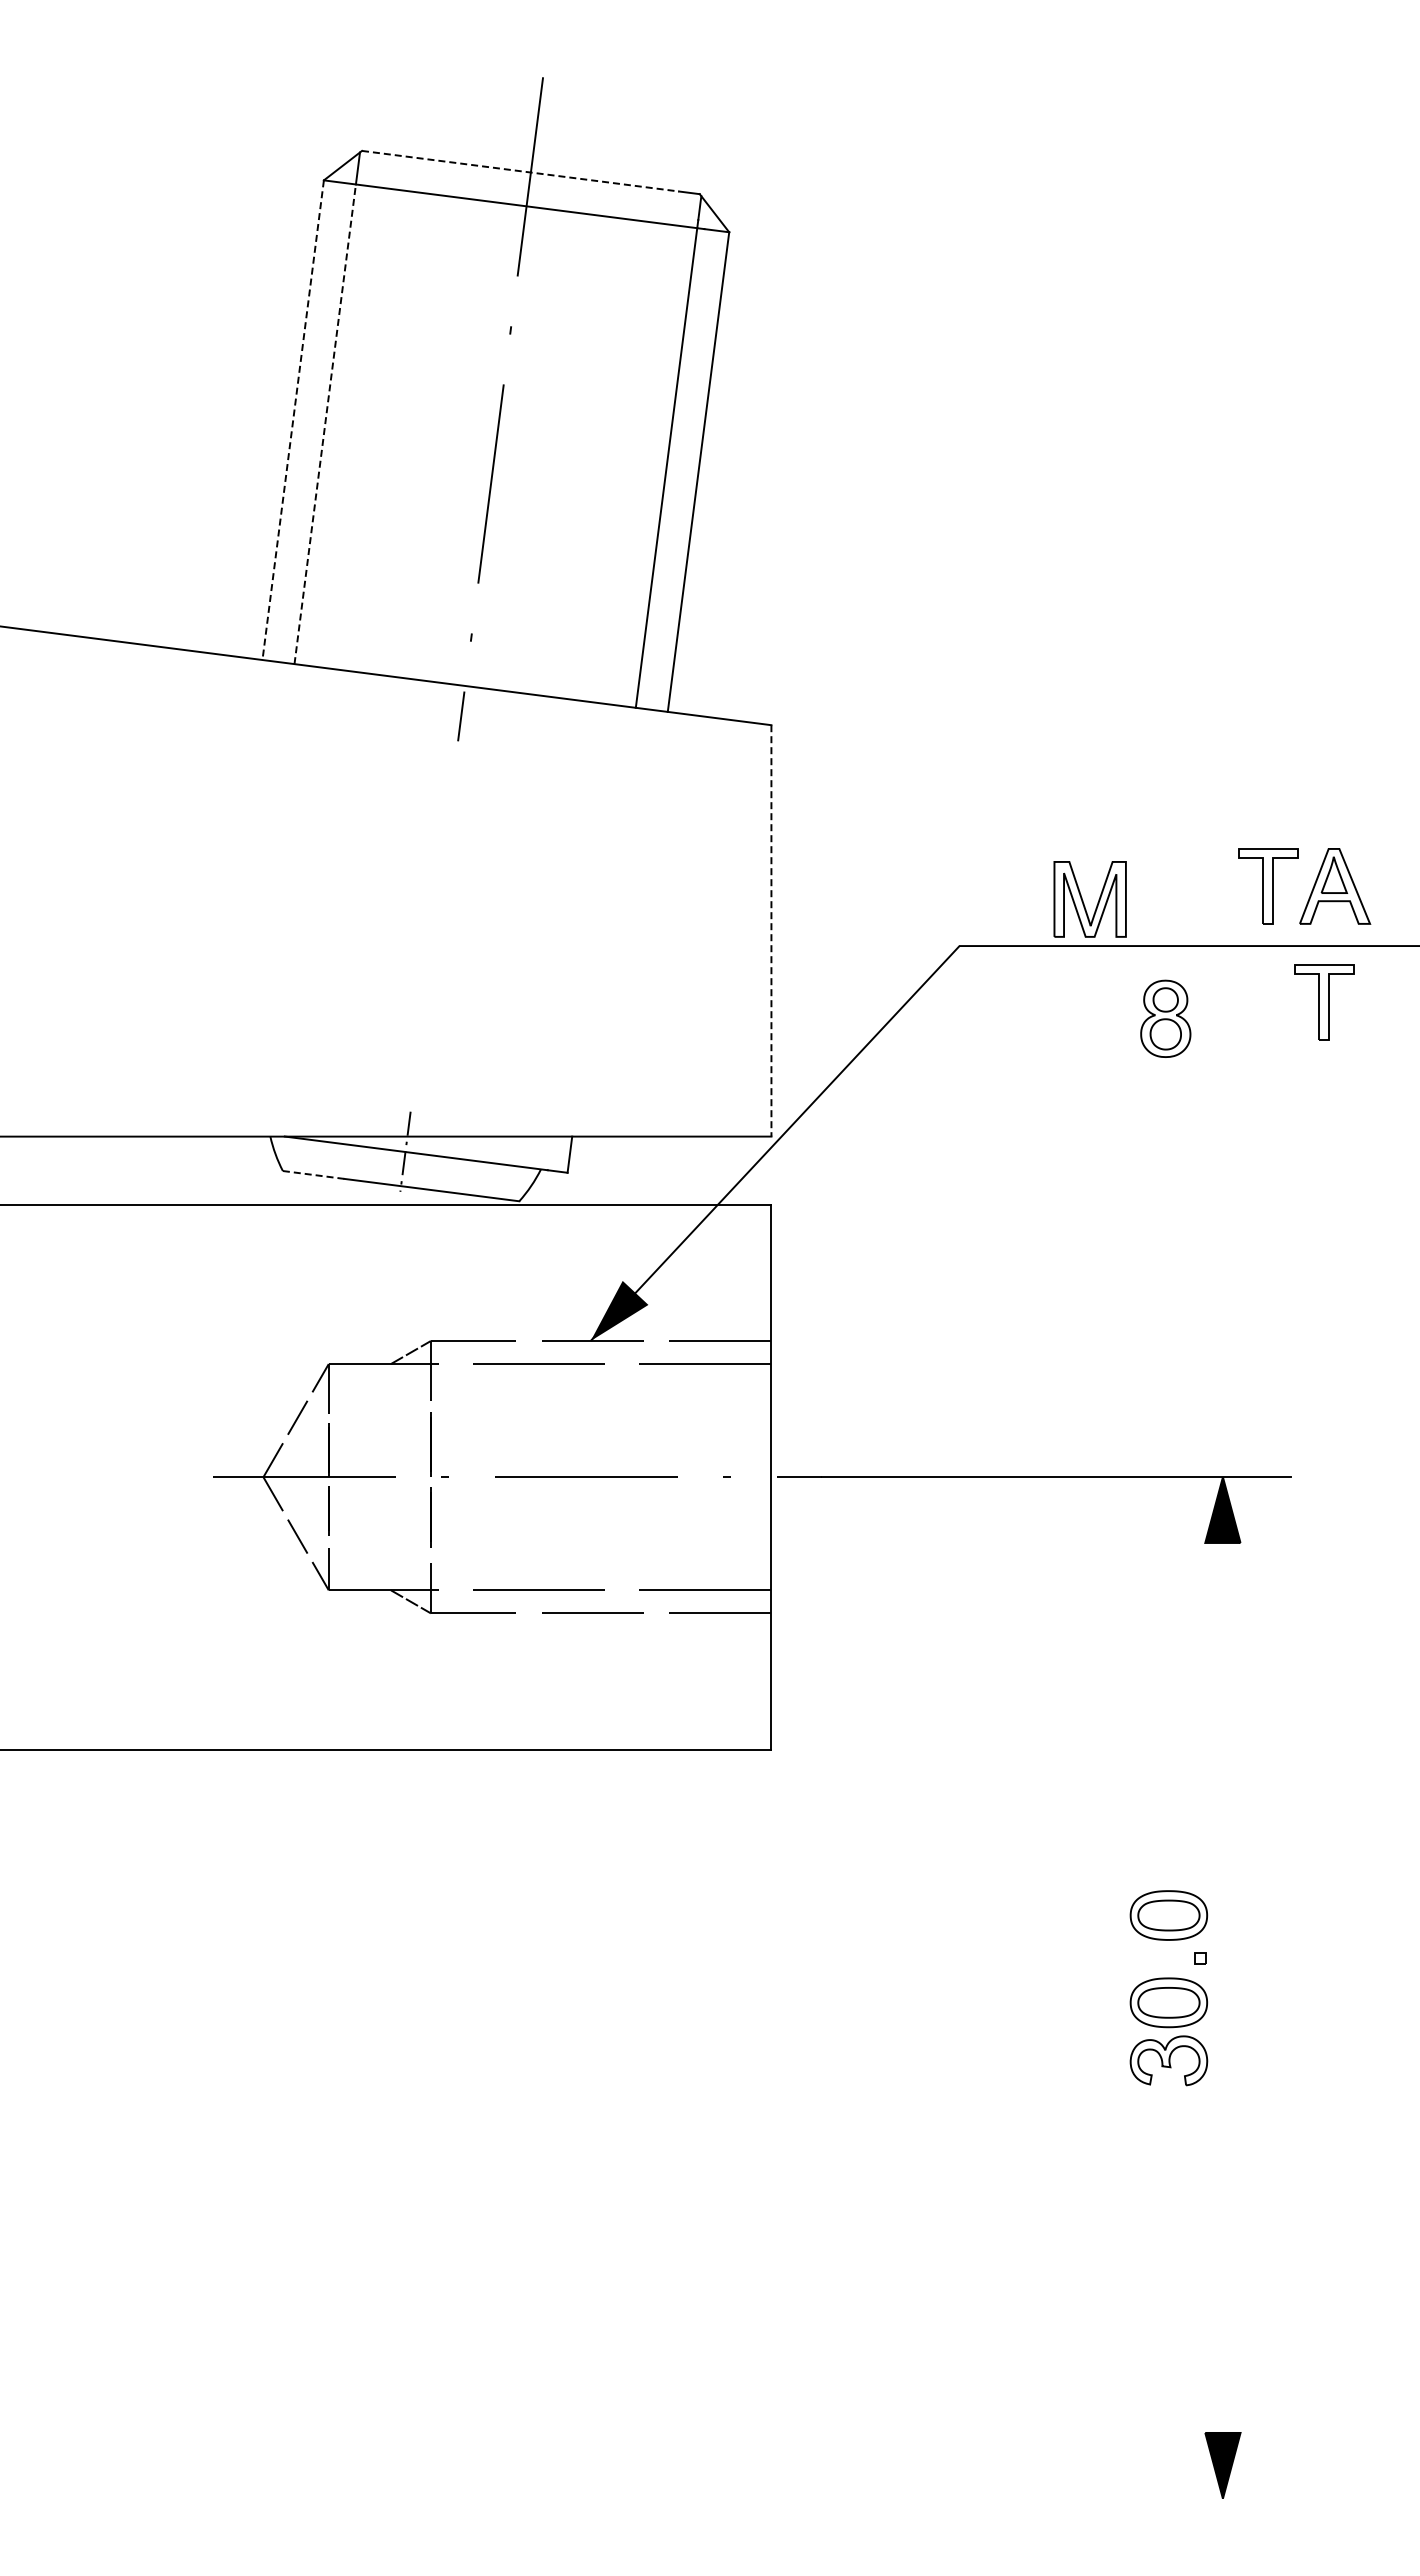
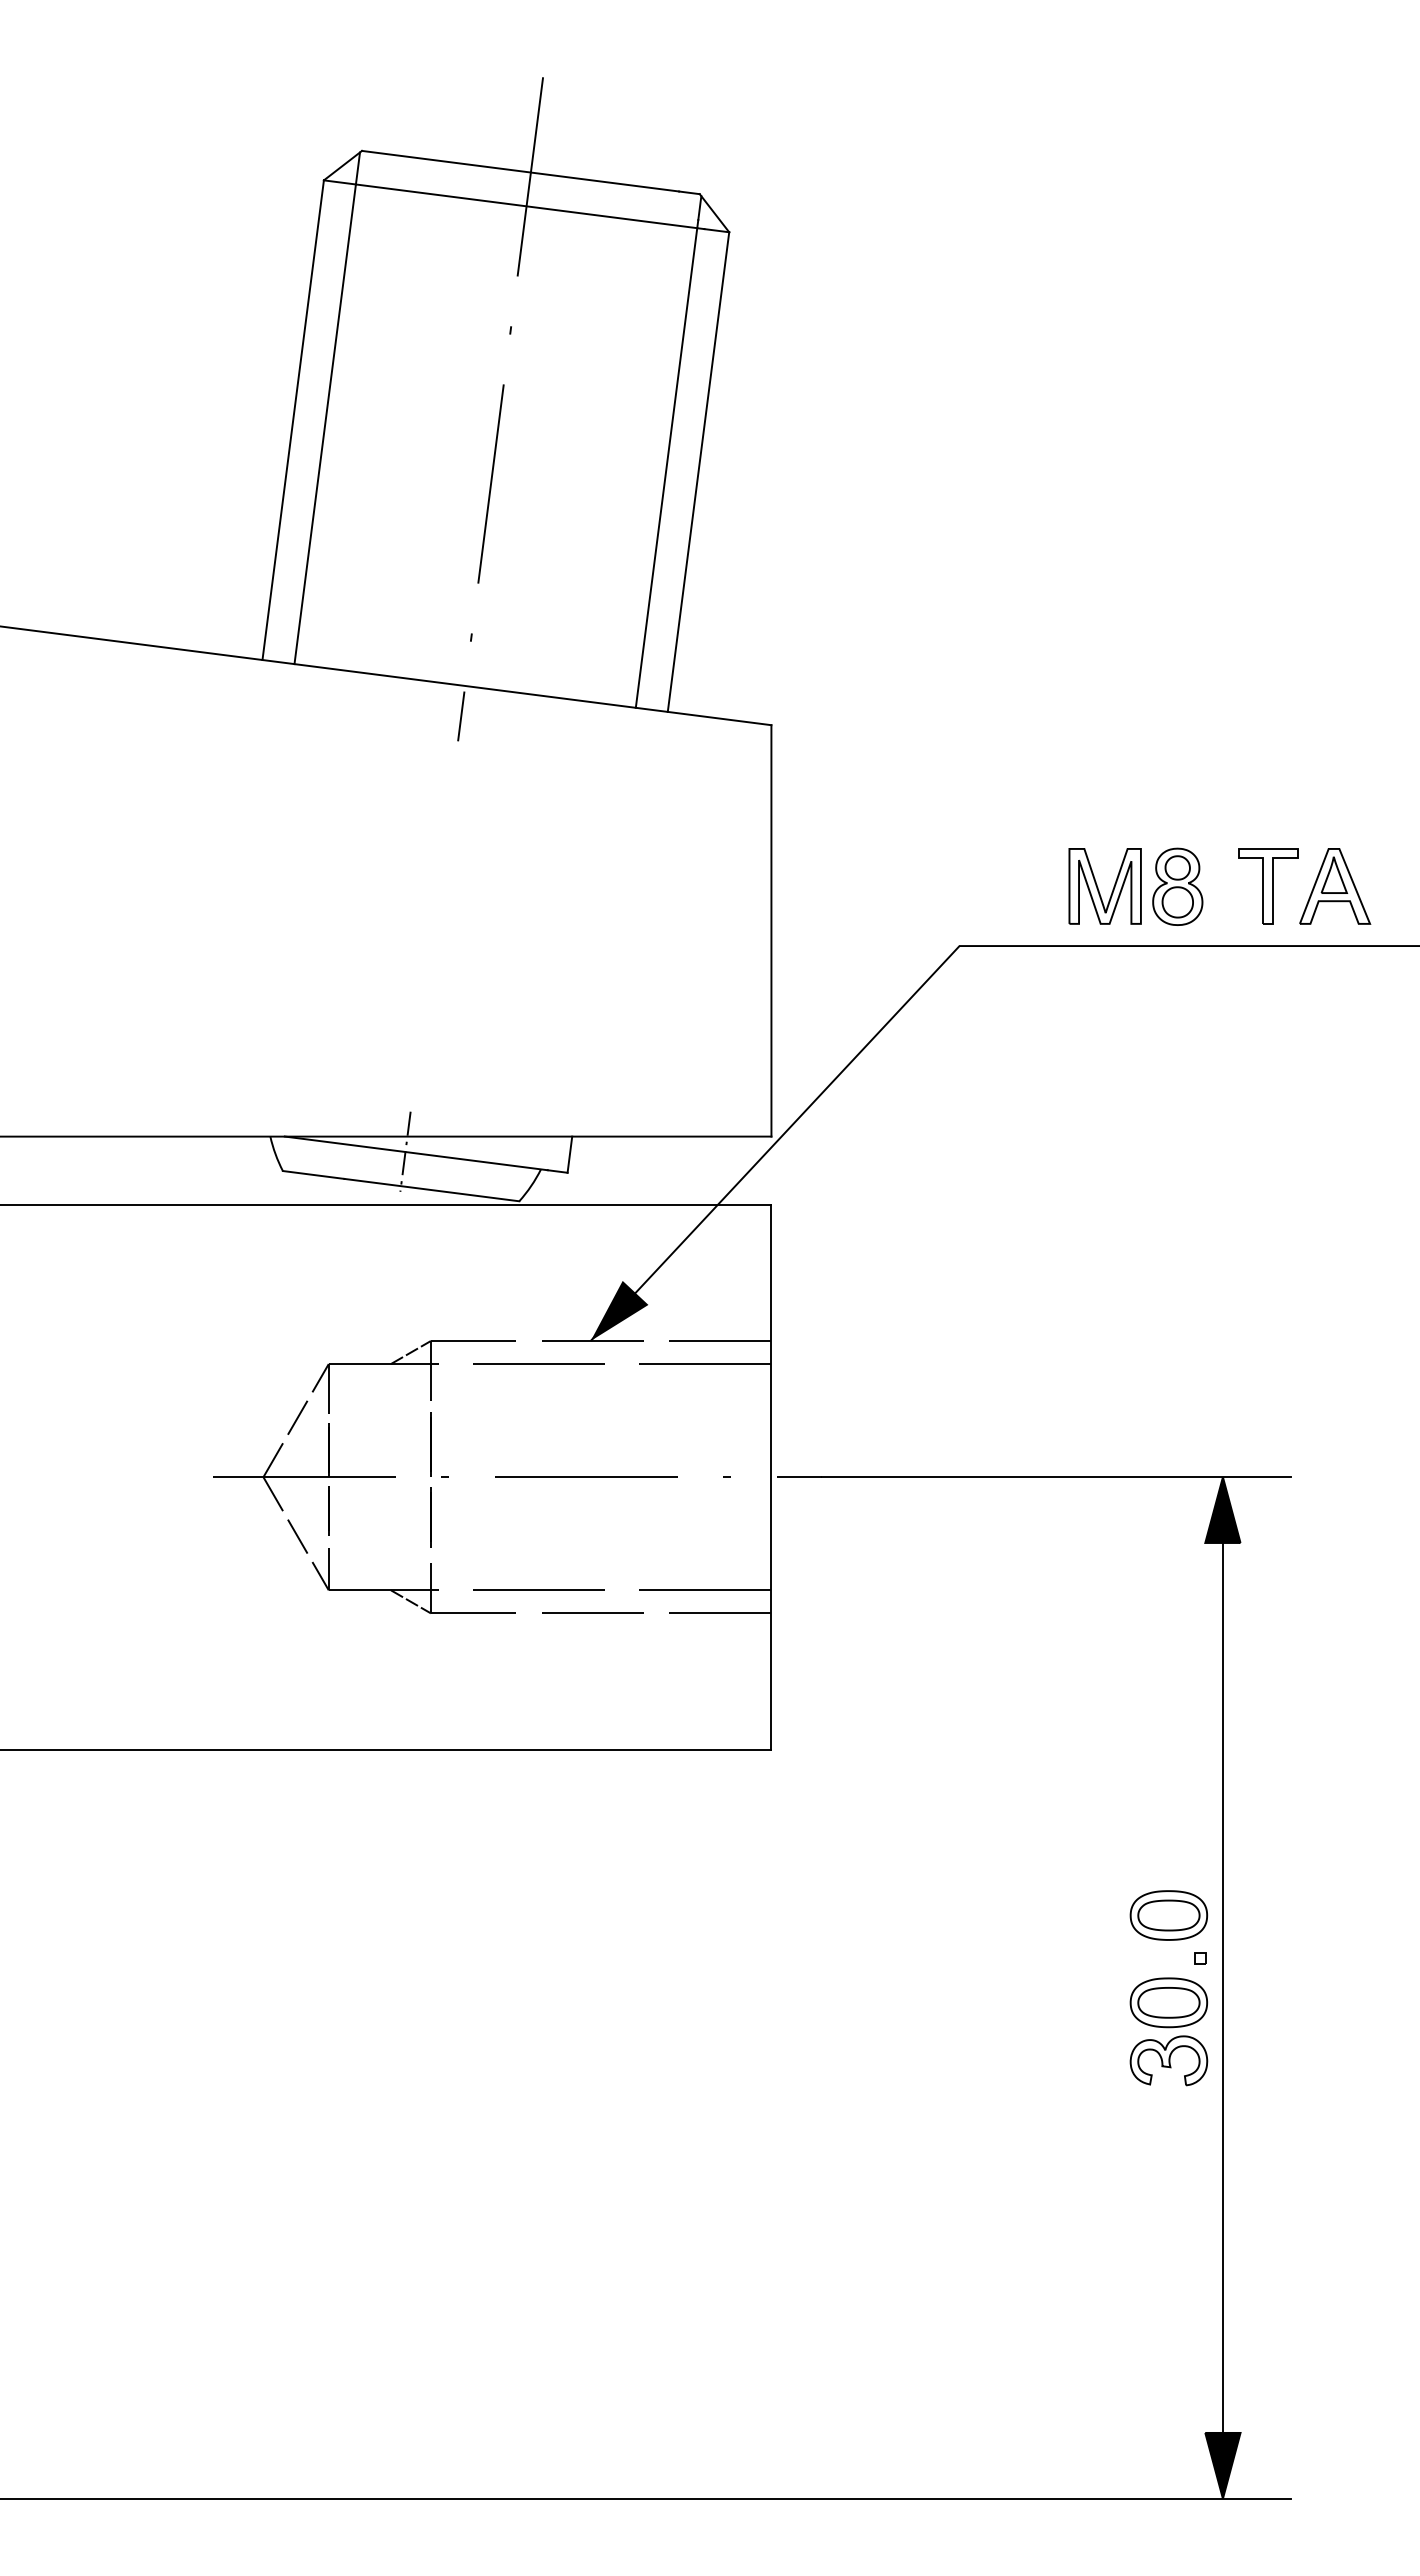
line at (520, 171): dashed -> solid
line at (293, 420): dashed -> solid
line at (325, 424): dashed -> solid
part at (1083, 900) position: (1083, 900) -> (1098, 887)
line at (771, 930): dashed -> solid
part at (1324, 1002): present -> none
part at (1165, 1018) position: (1165, 1018) -> (1177, 886)
line at (314, 1175): dashed -> solid
line at (1222, 1987): none -> present
line at (646, 2498): none -> present
